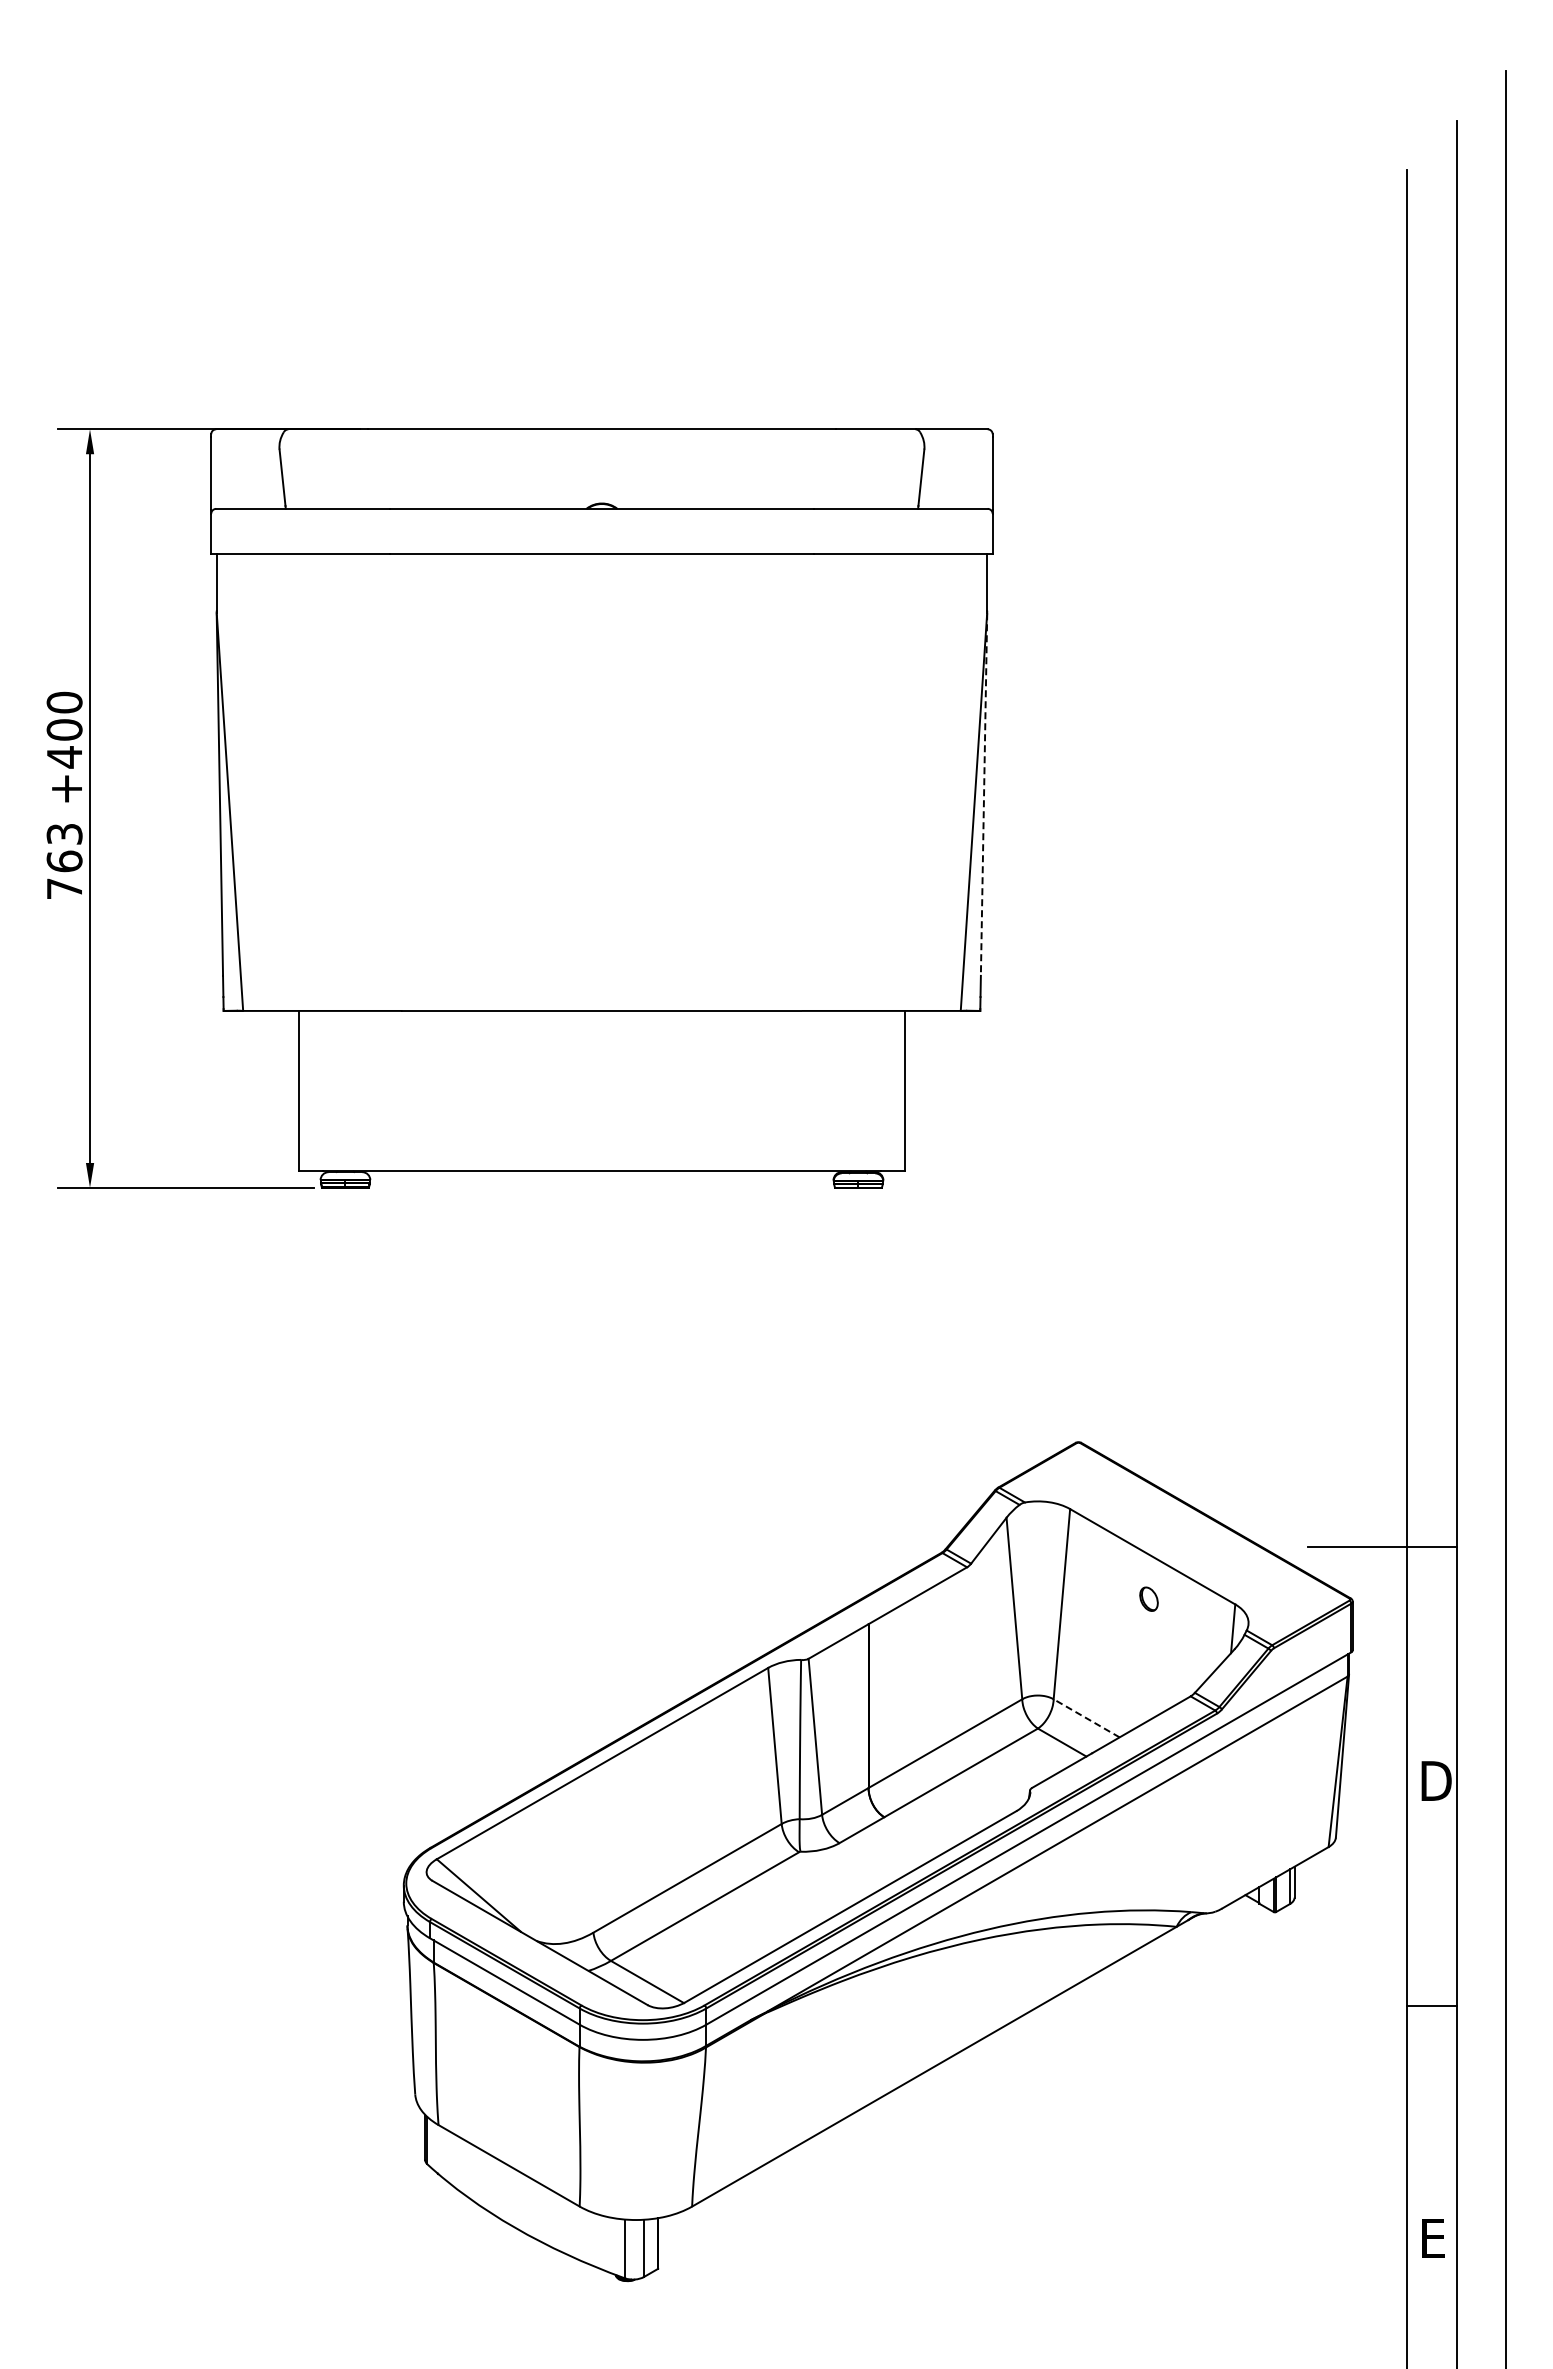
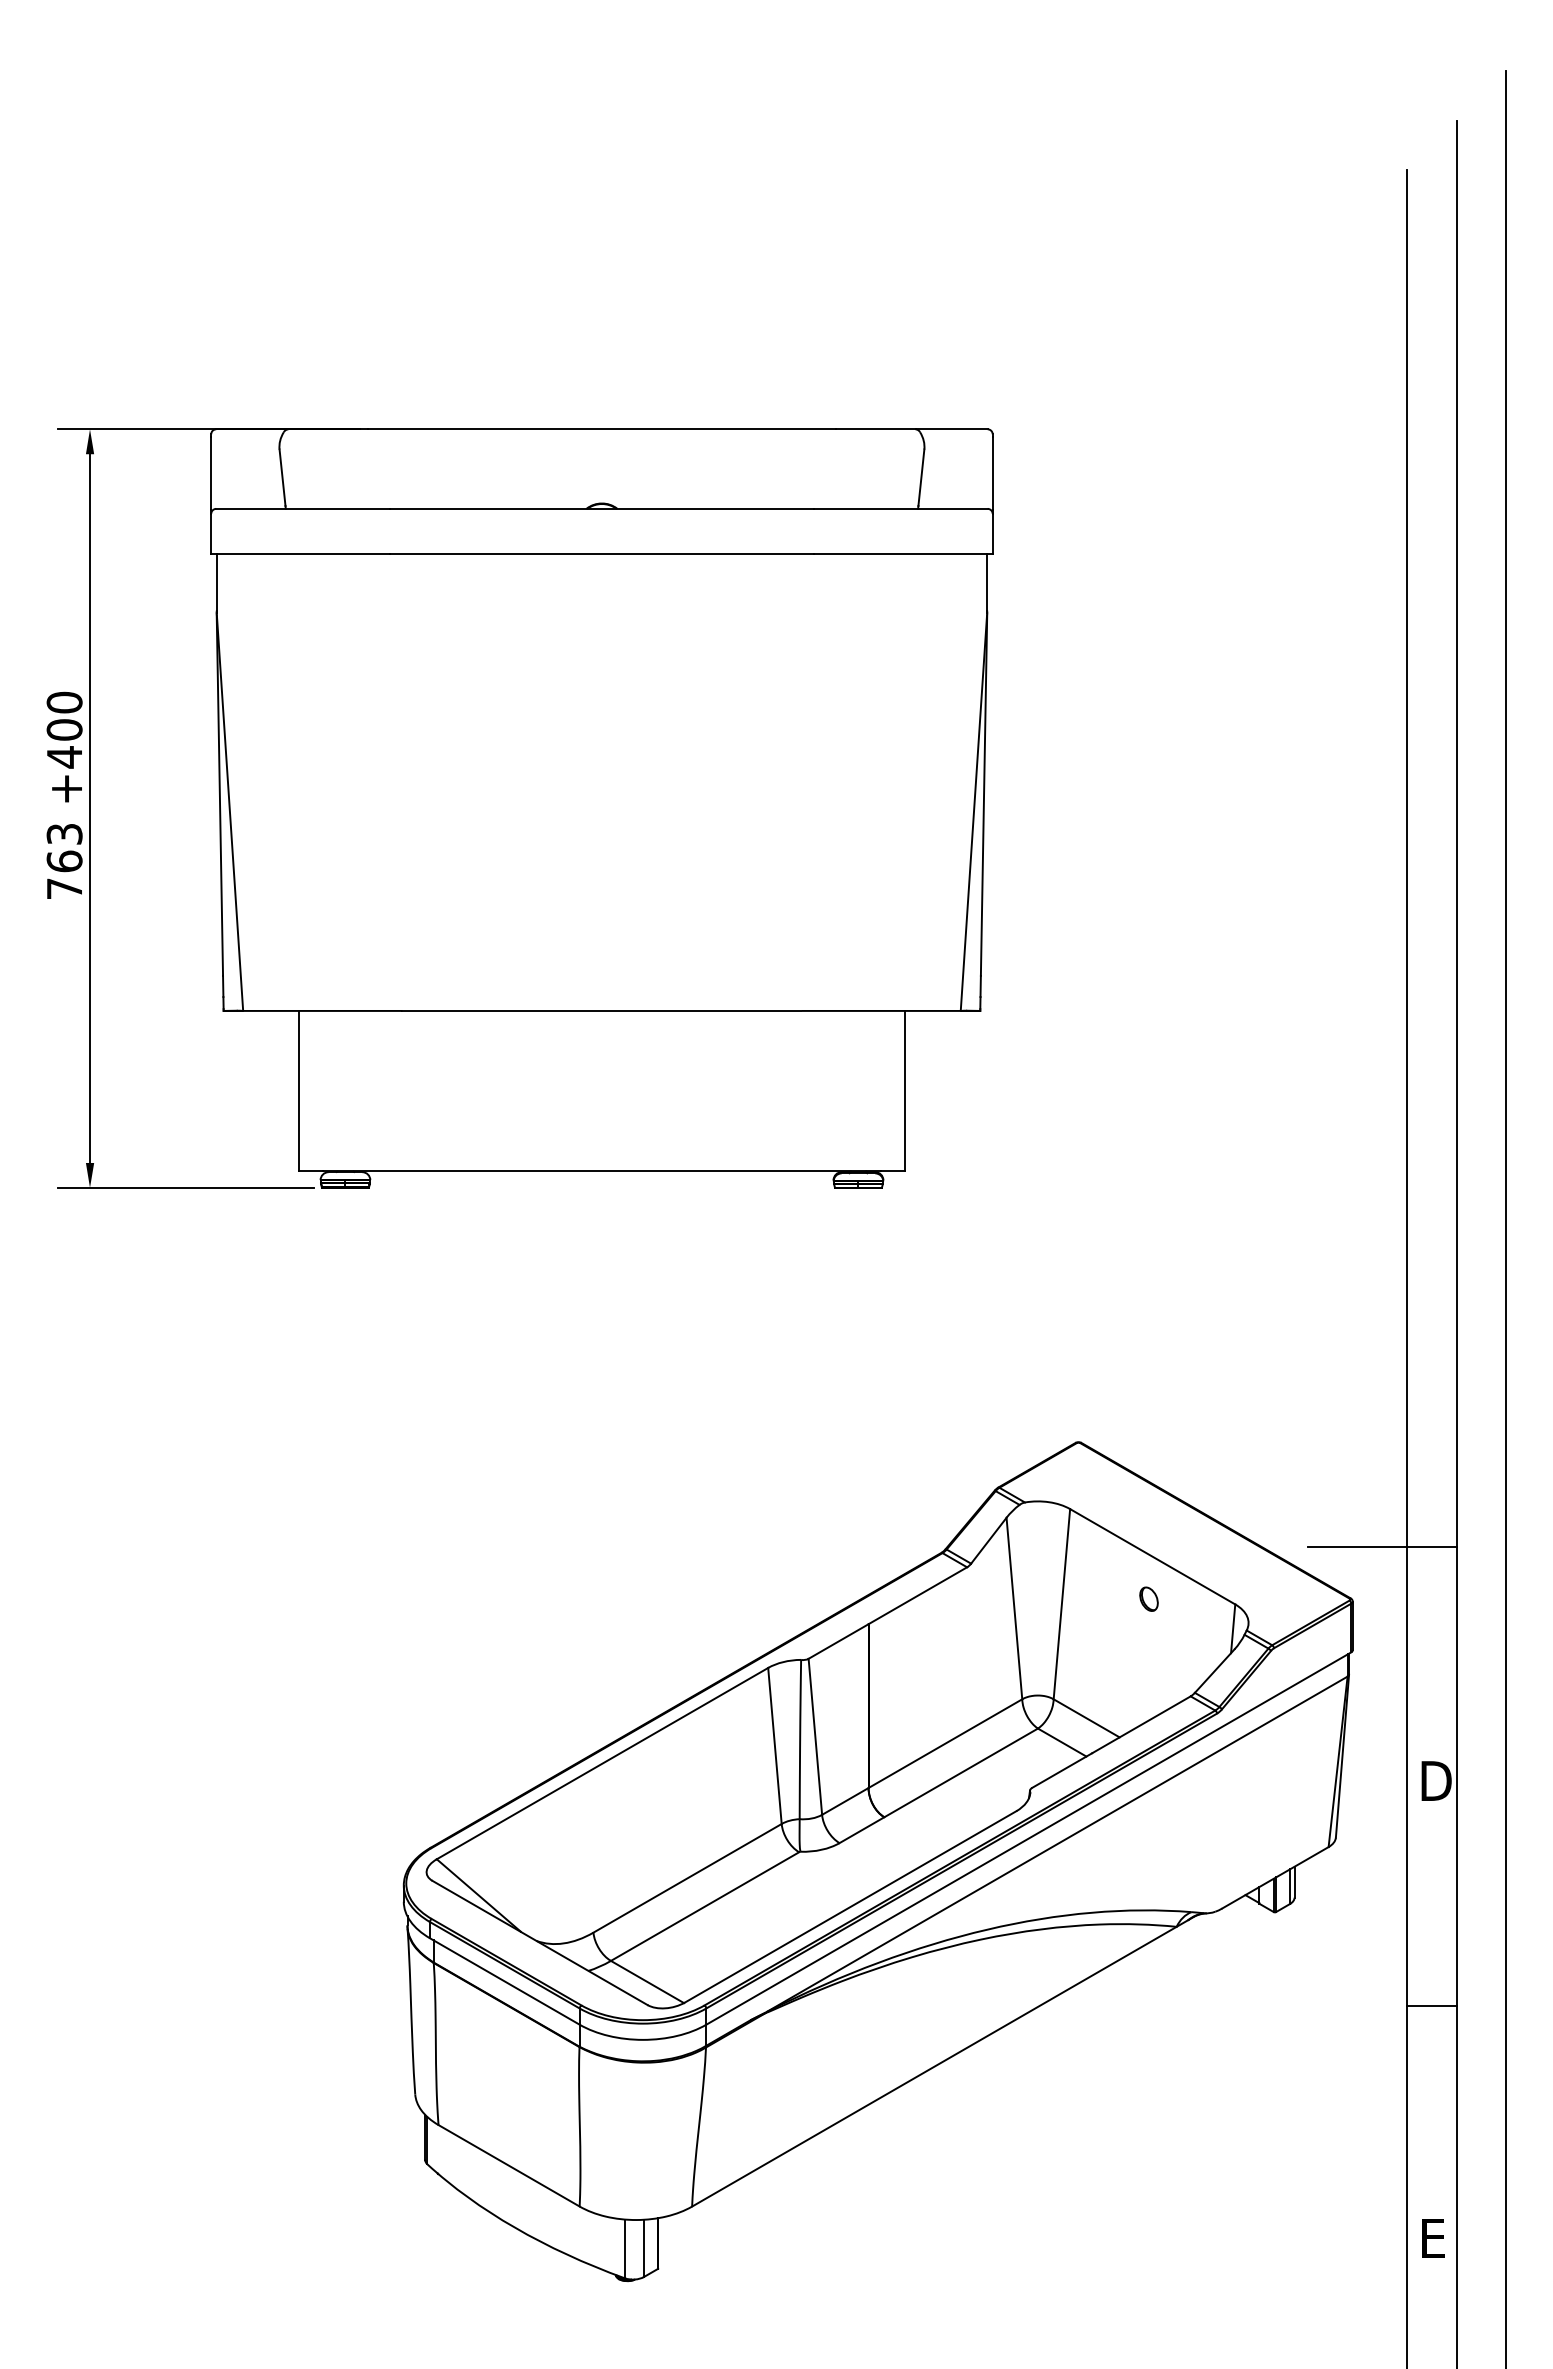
line at (984, 795): dashed -> solid
line at (1086, 1718): dashed -> solid
